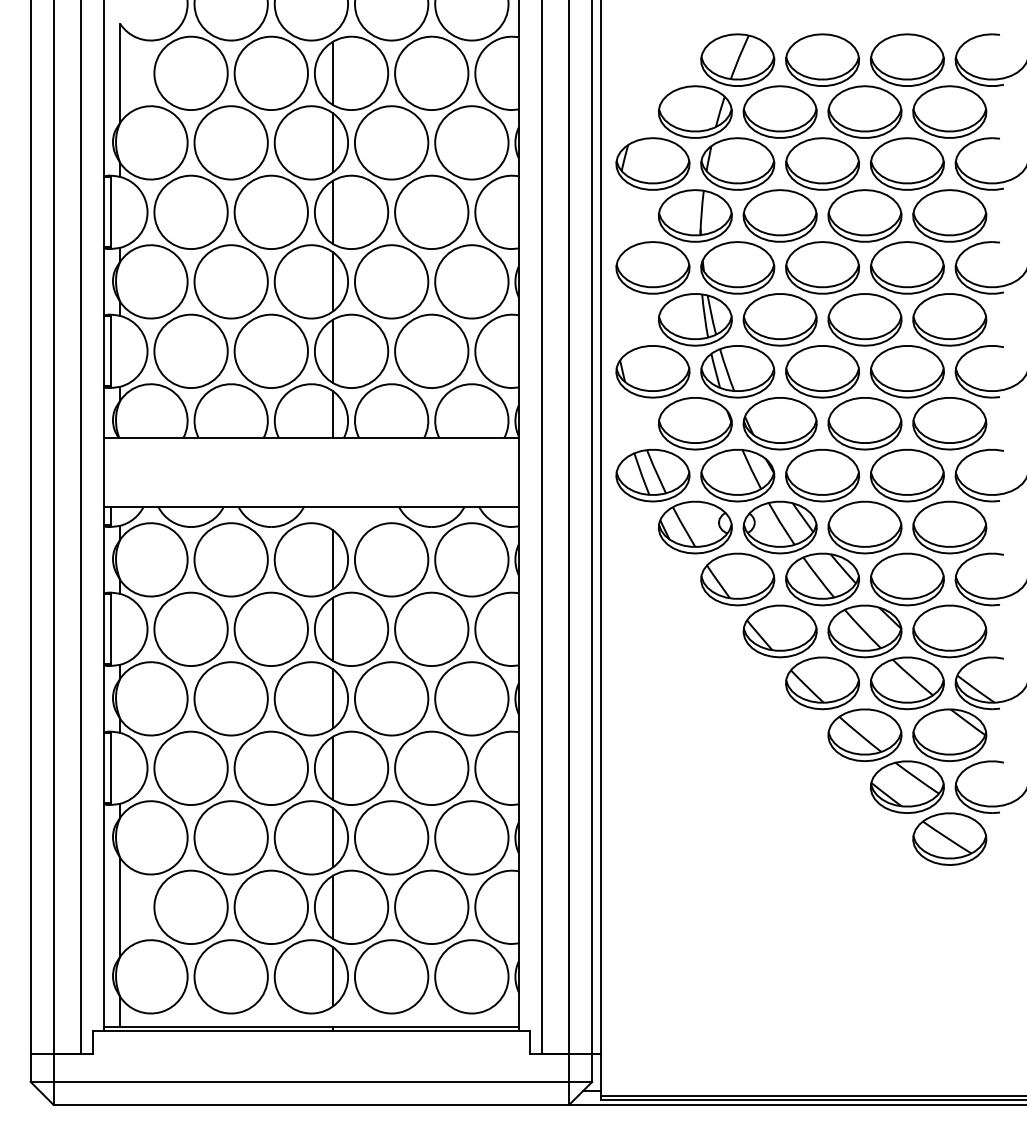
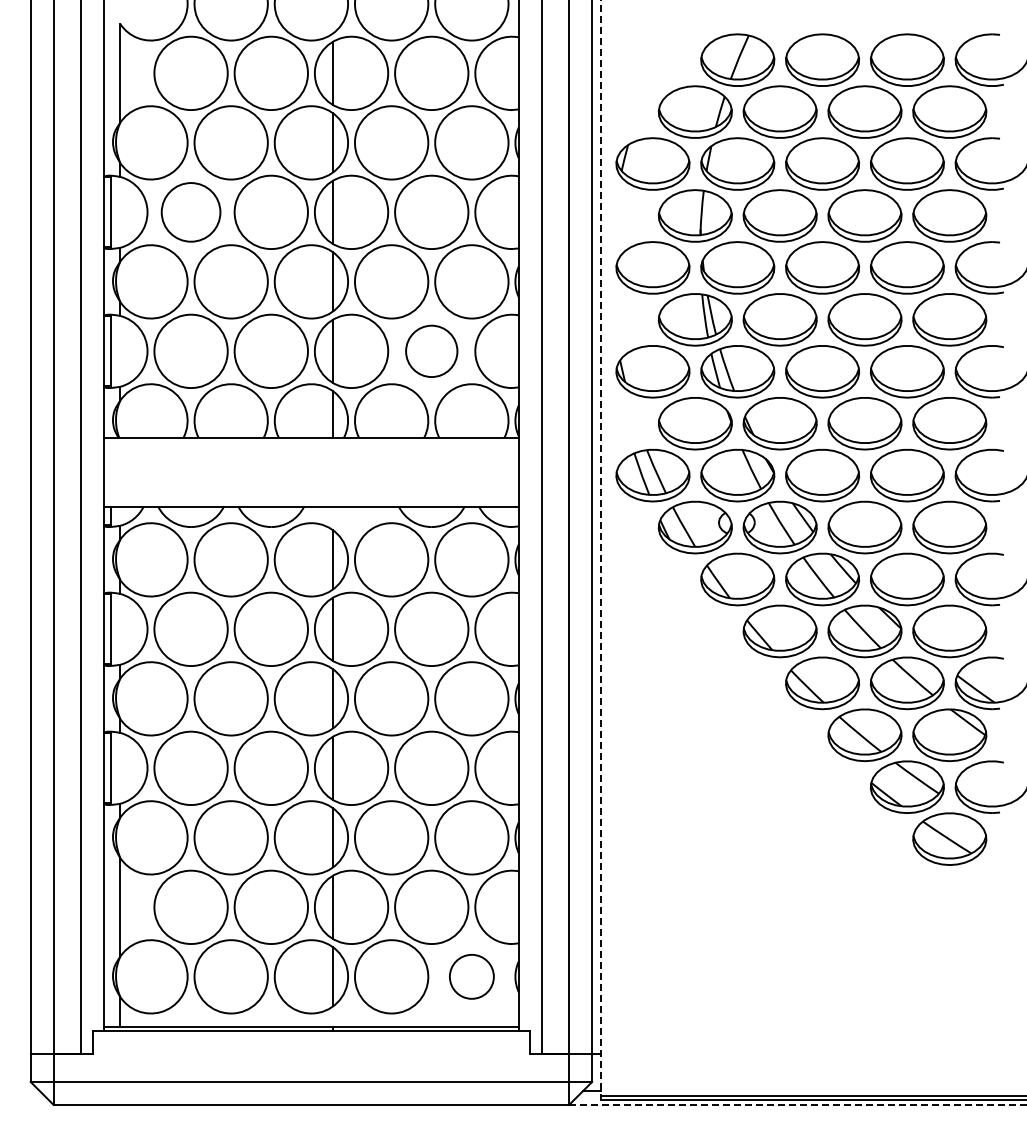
circle at (190, 212) diameter: 73 px -> 59 px
circle at (431, 351) diameter: 73 px -> 51 px
line at (601, 548): solid -> dashed
circle at (471, 976) diameter: 73 px -> 44 px
line at (798, 1104): solid -> dashed
